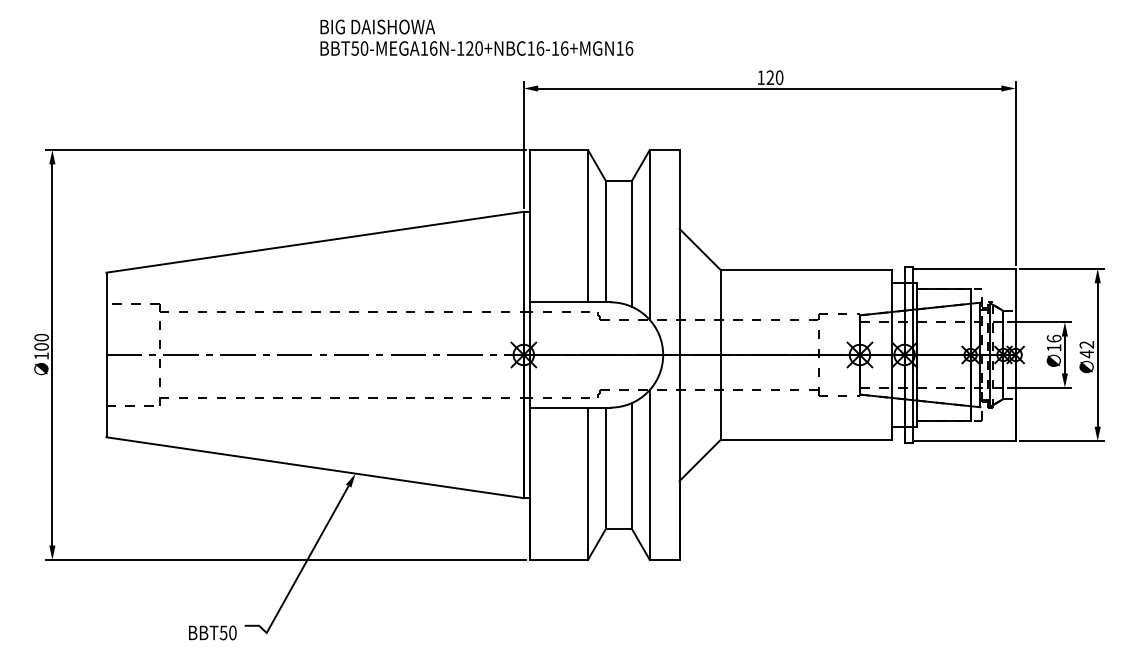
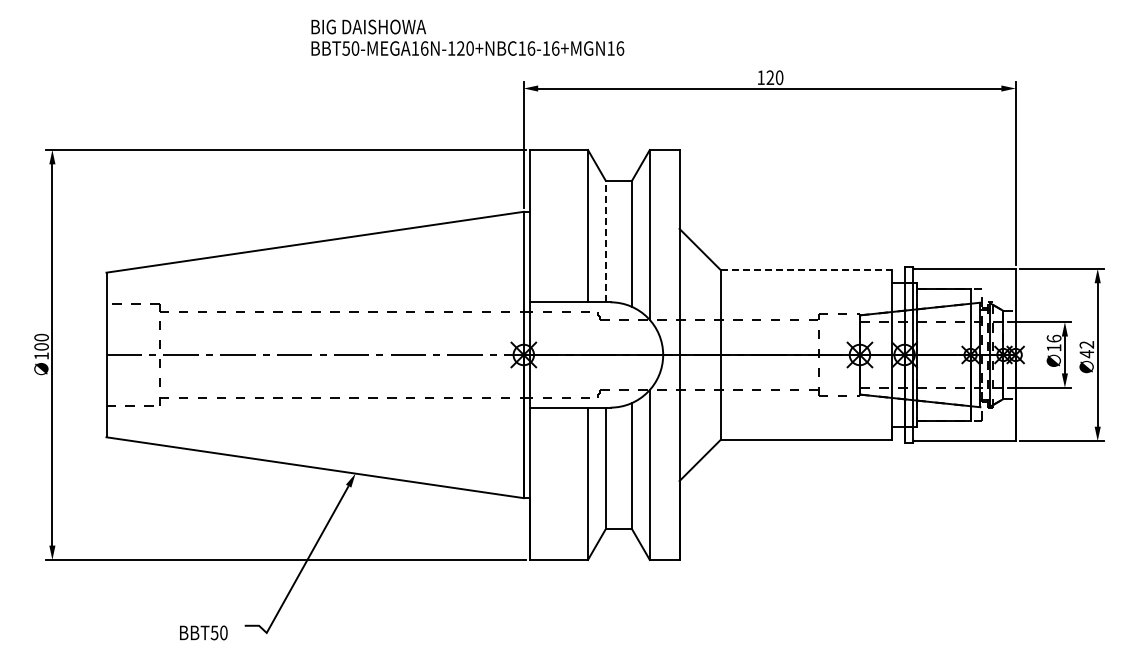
text at (476, 37) position: (476, 37) -> (467, 37)
line at (605, 241): solid -> dashed
line at (806, 269): solid -> dashed
text at (212, 632) position: (212, 632) -> (203, 632)
